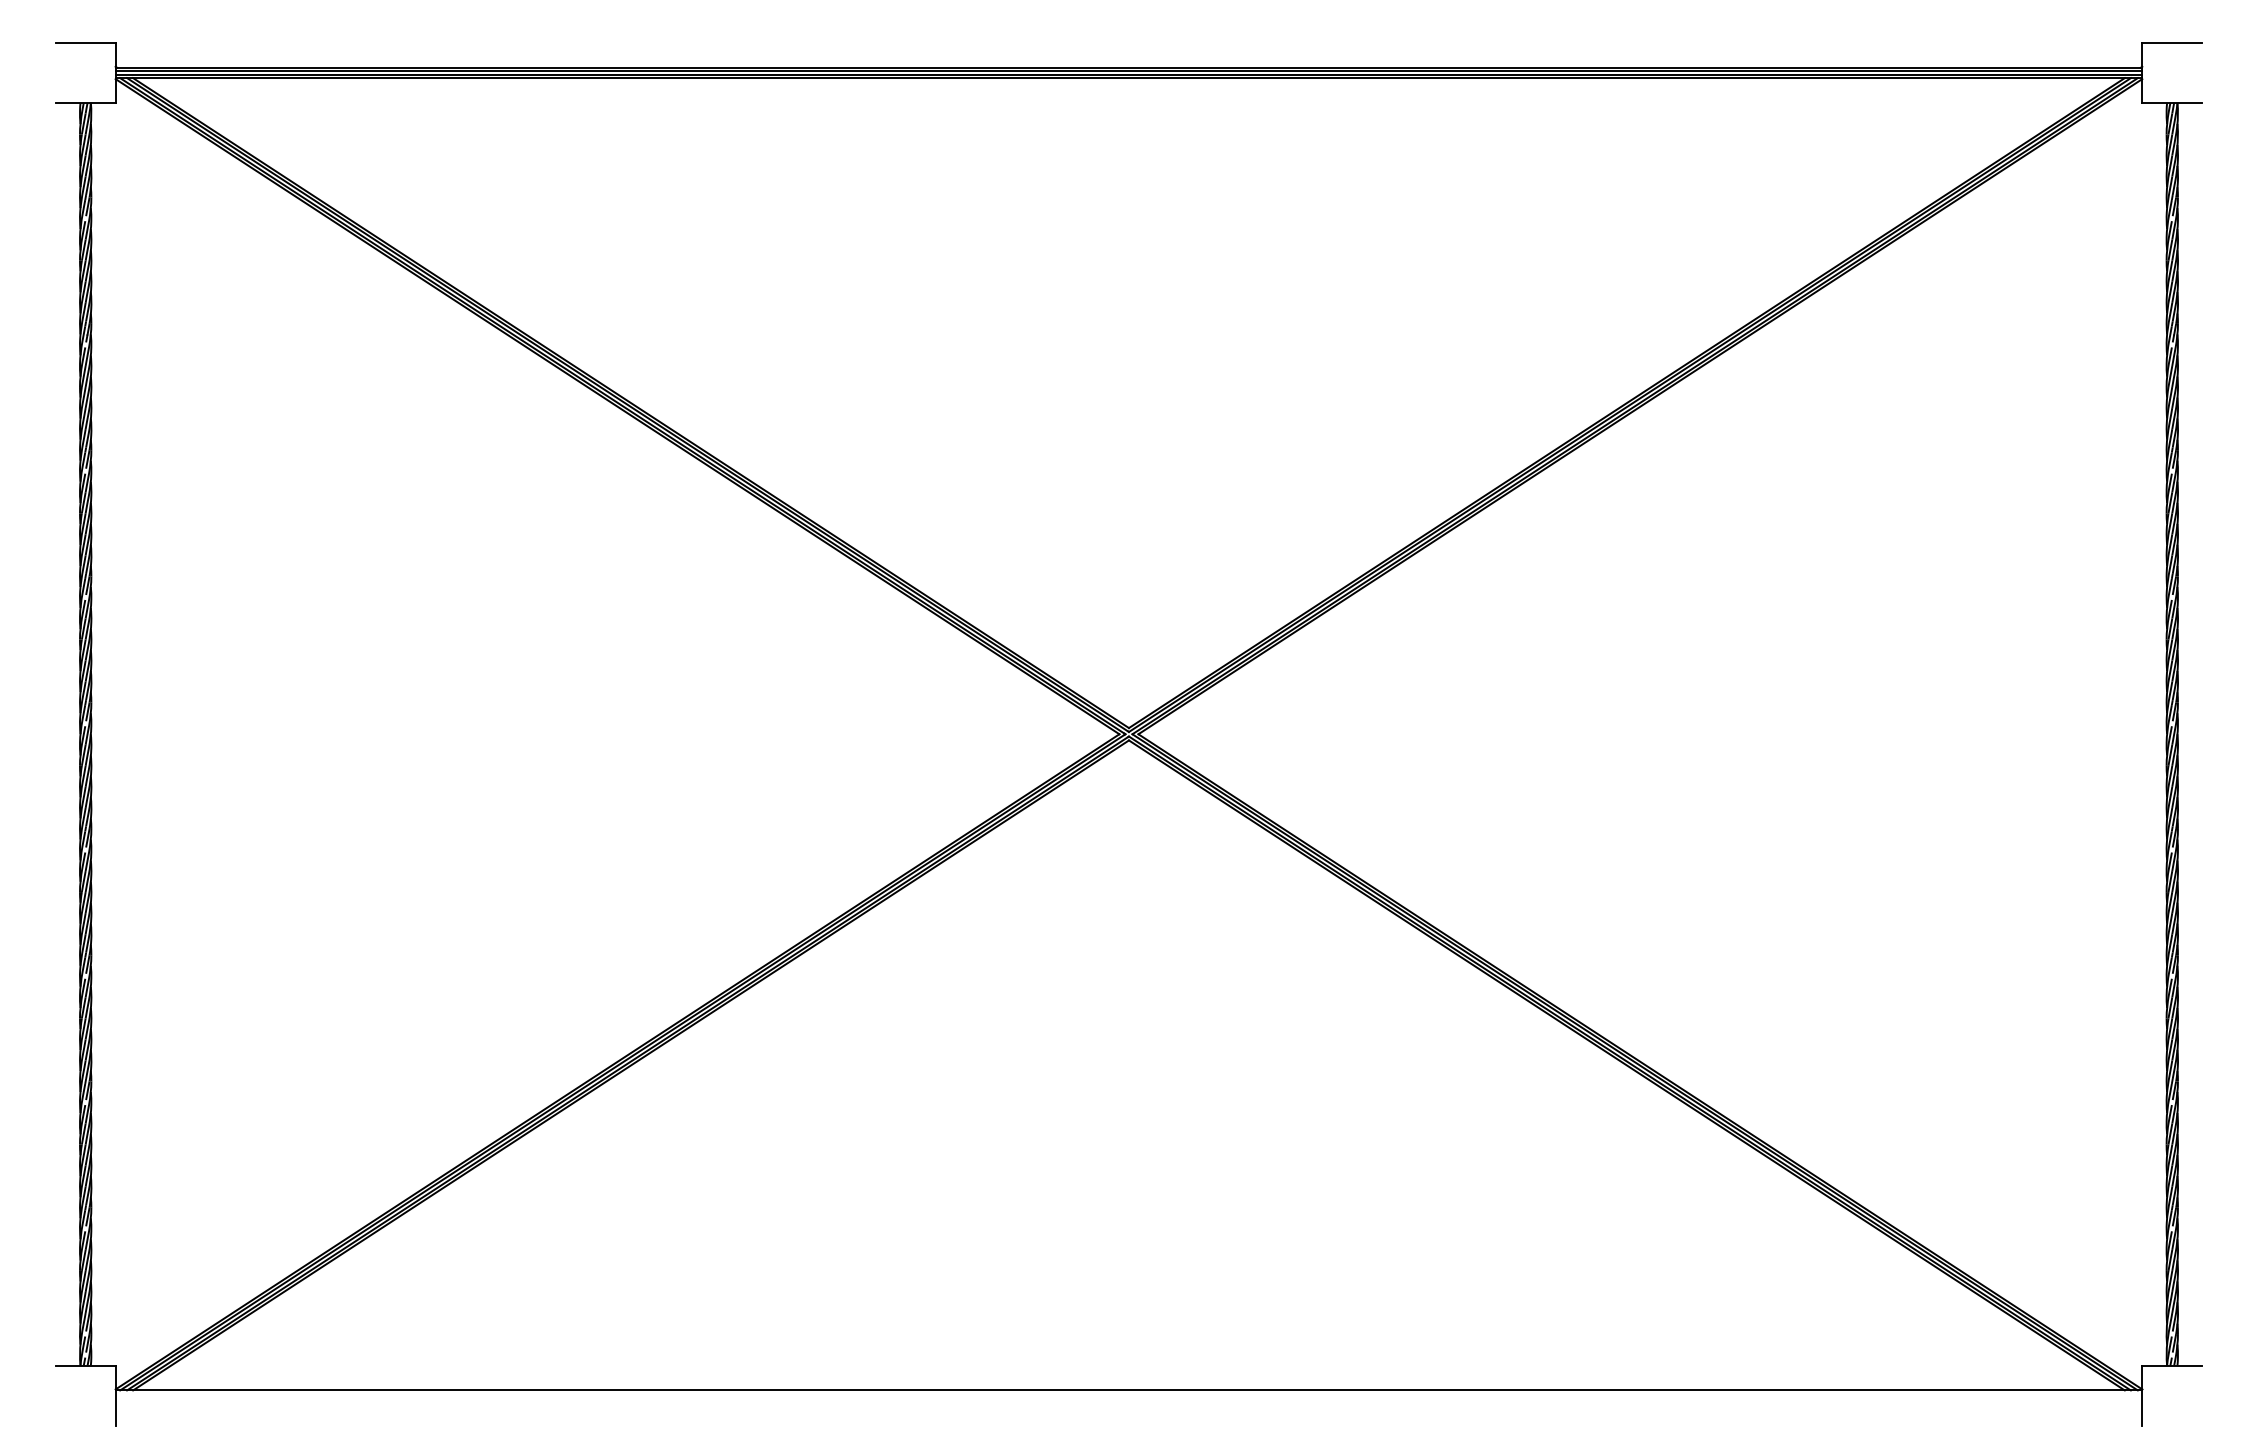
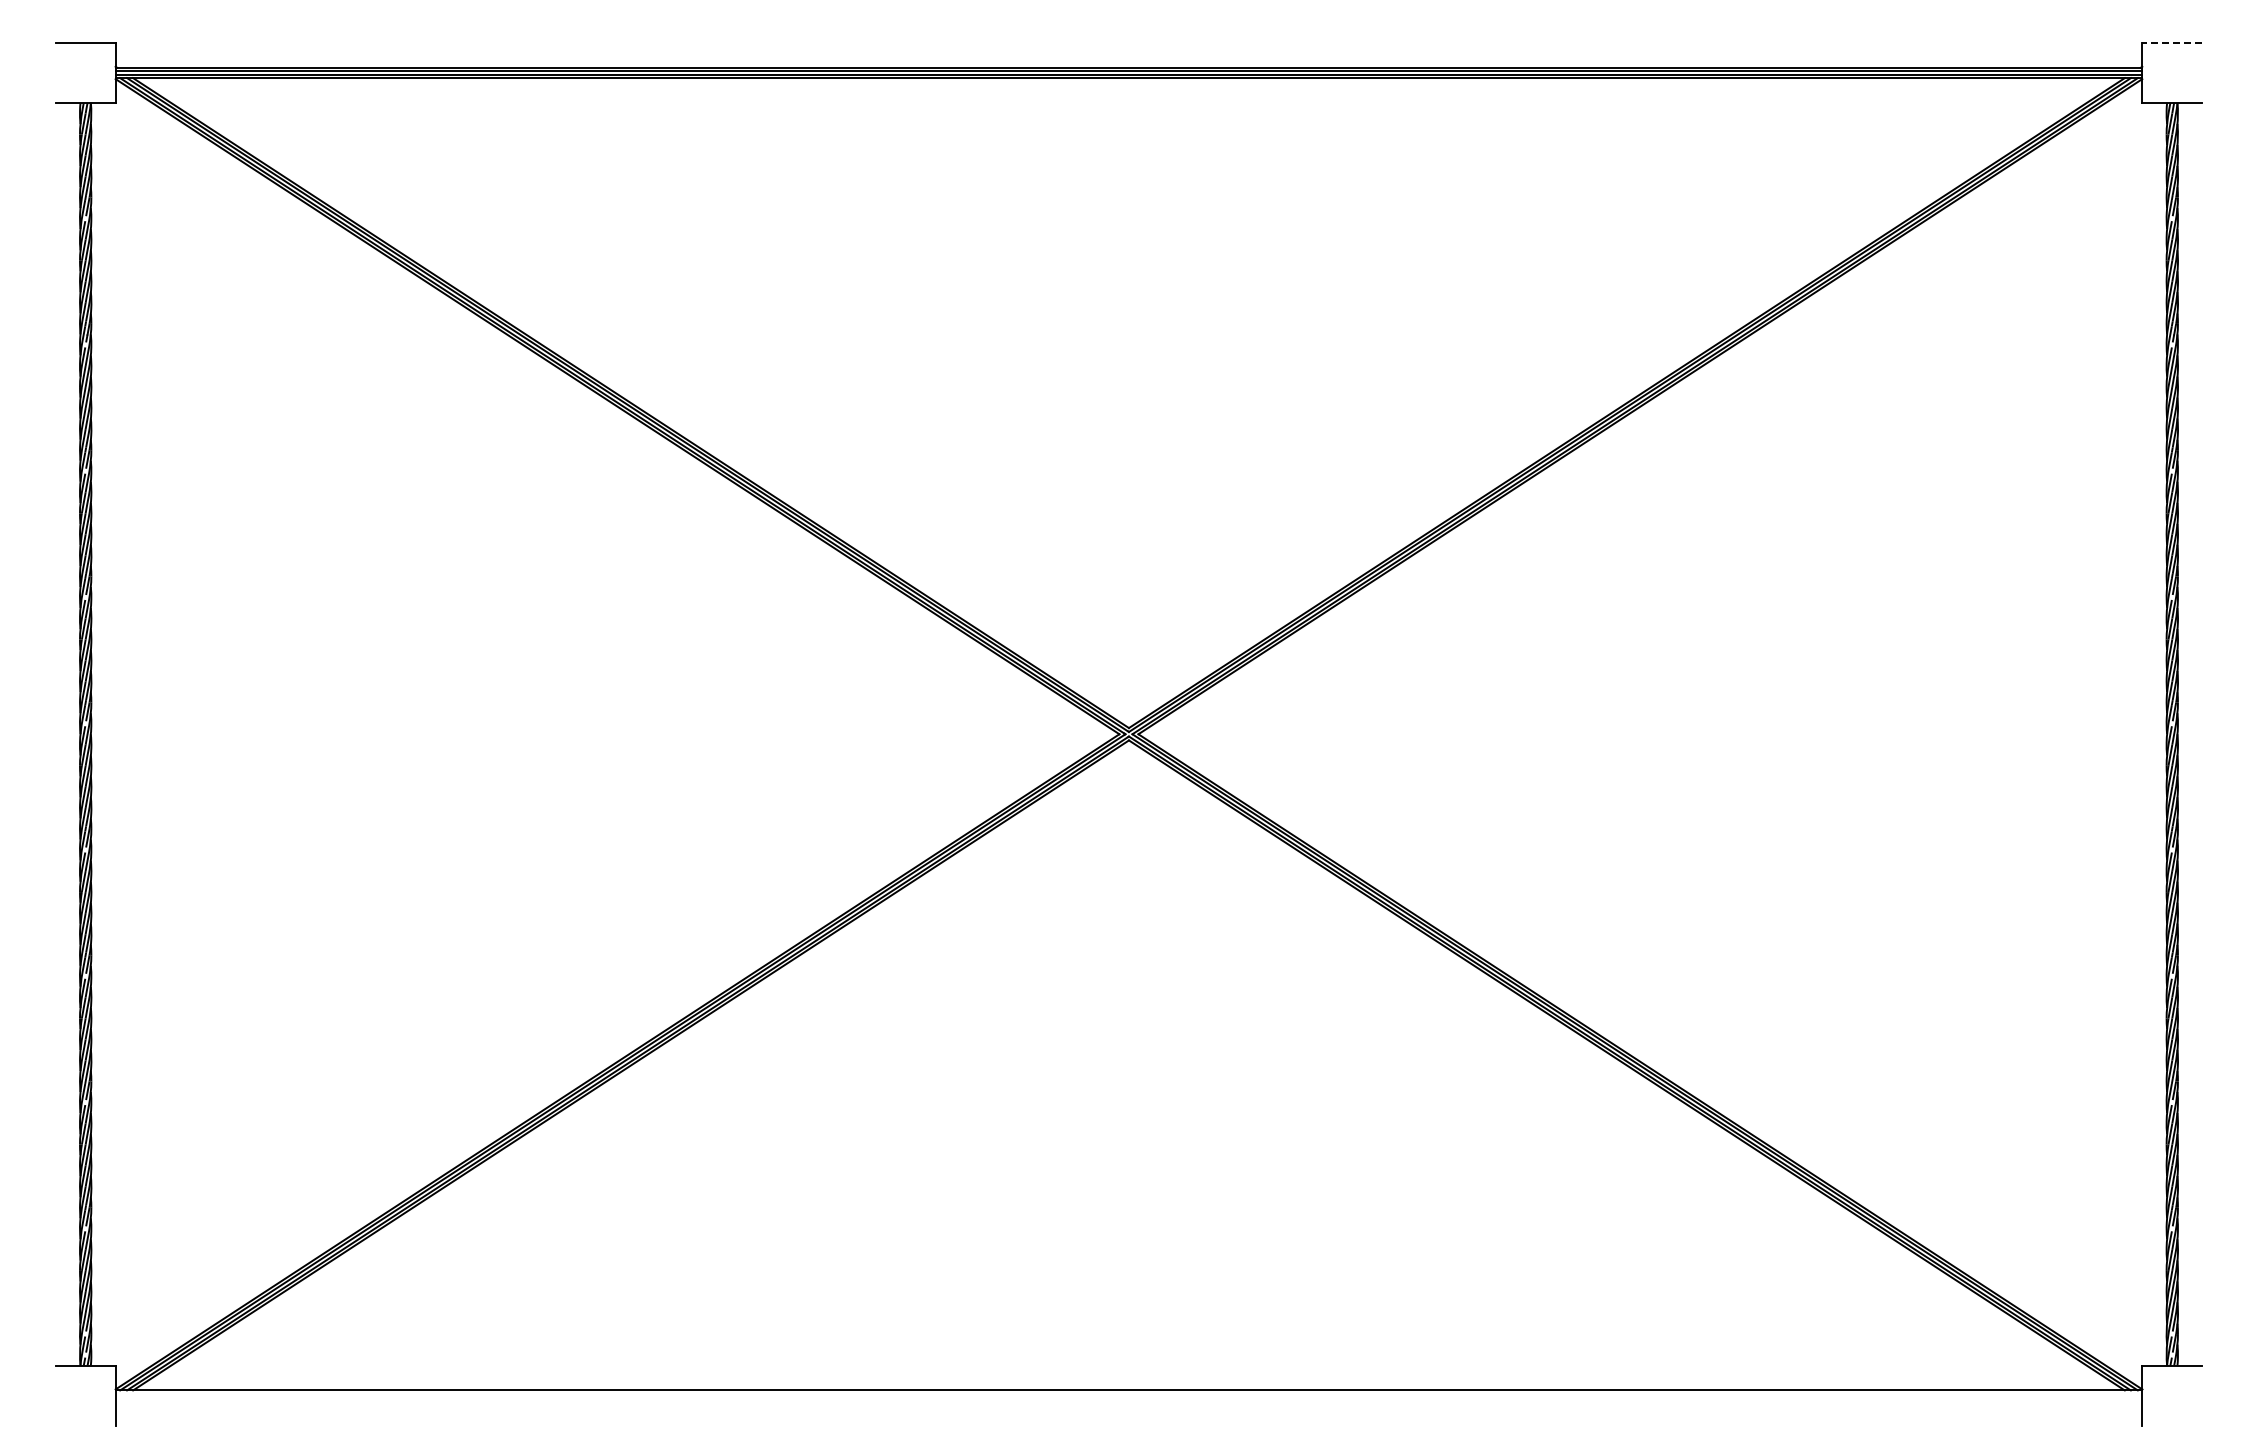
line at (2172, 42): solid -> dashed
